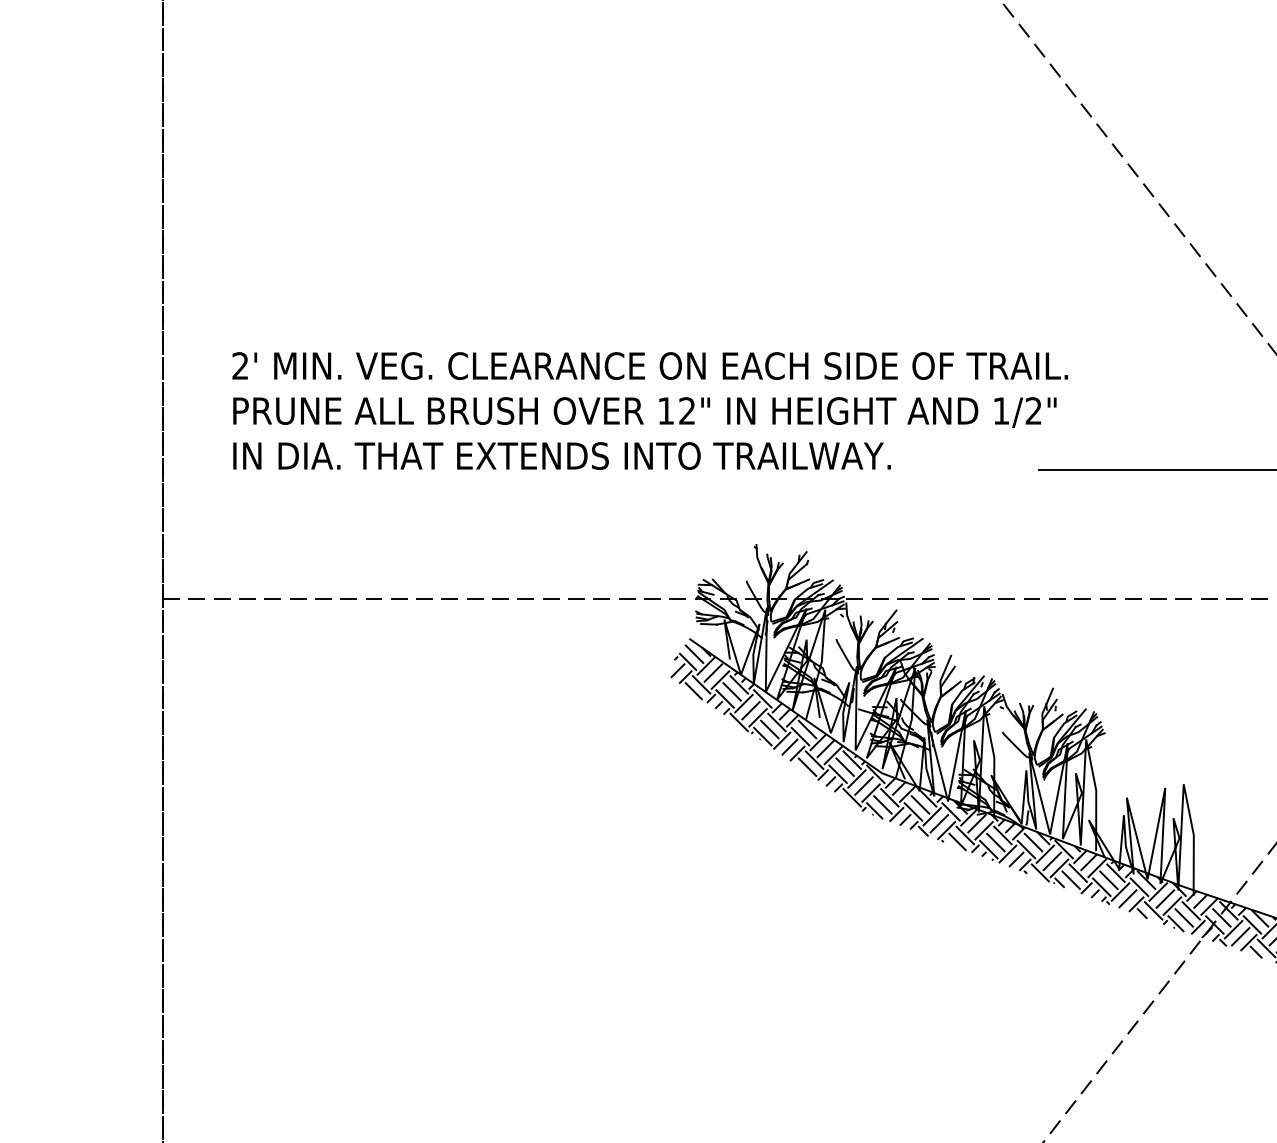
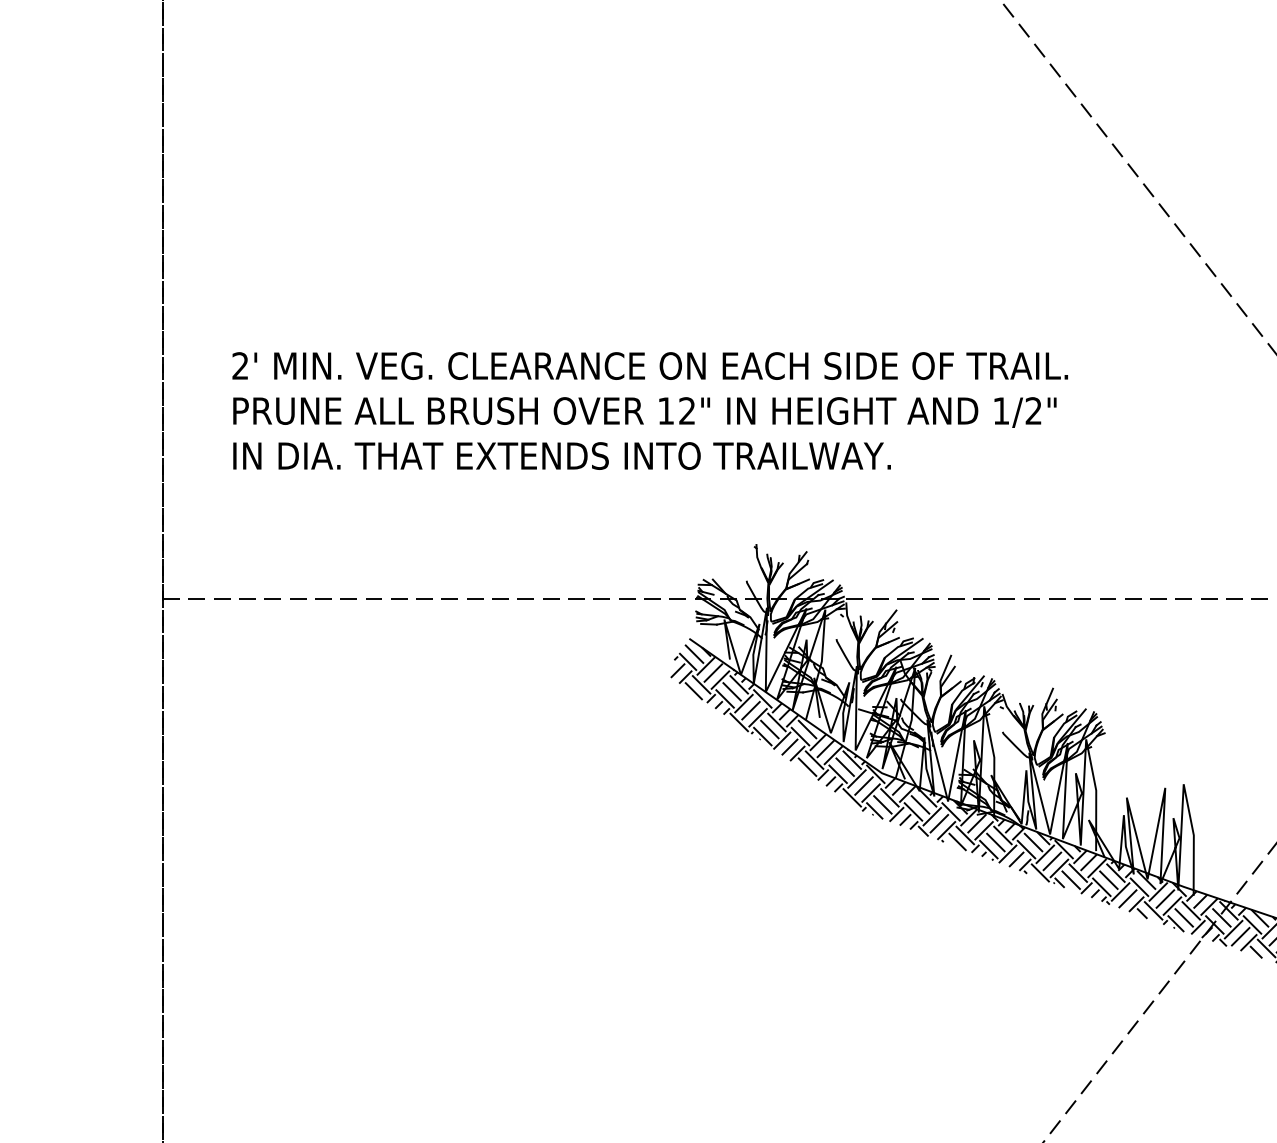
line at (1155, 469): present -> none
